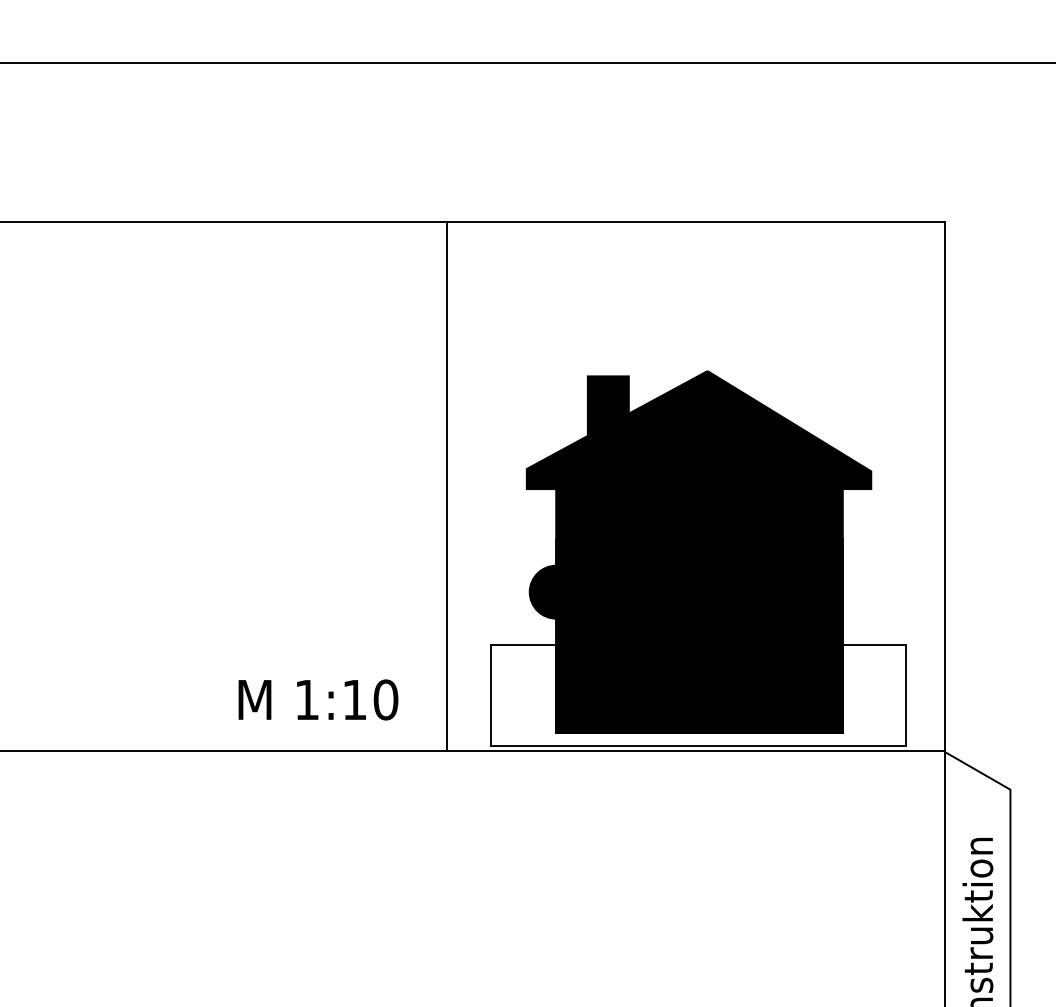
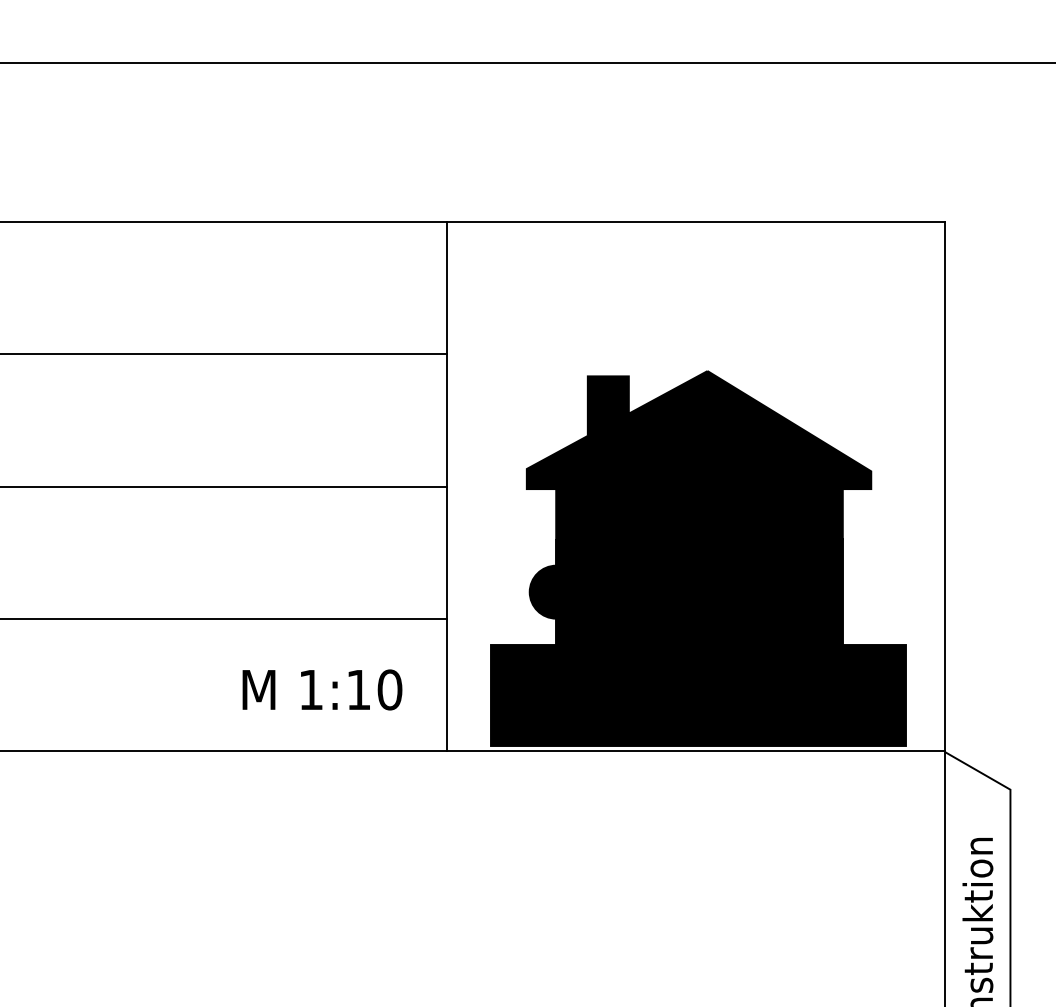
line at (224, 354): none -> present
line at (224, 486): none -> present
line at (224, 619): none -> present
fill at (698, 695): none -> present
text at (318, 699) position: (318, 699) -> (322, 689)
